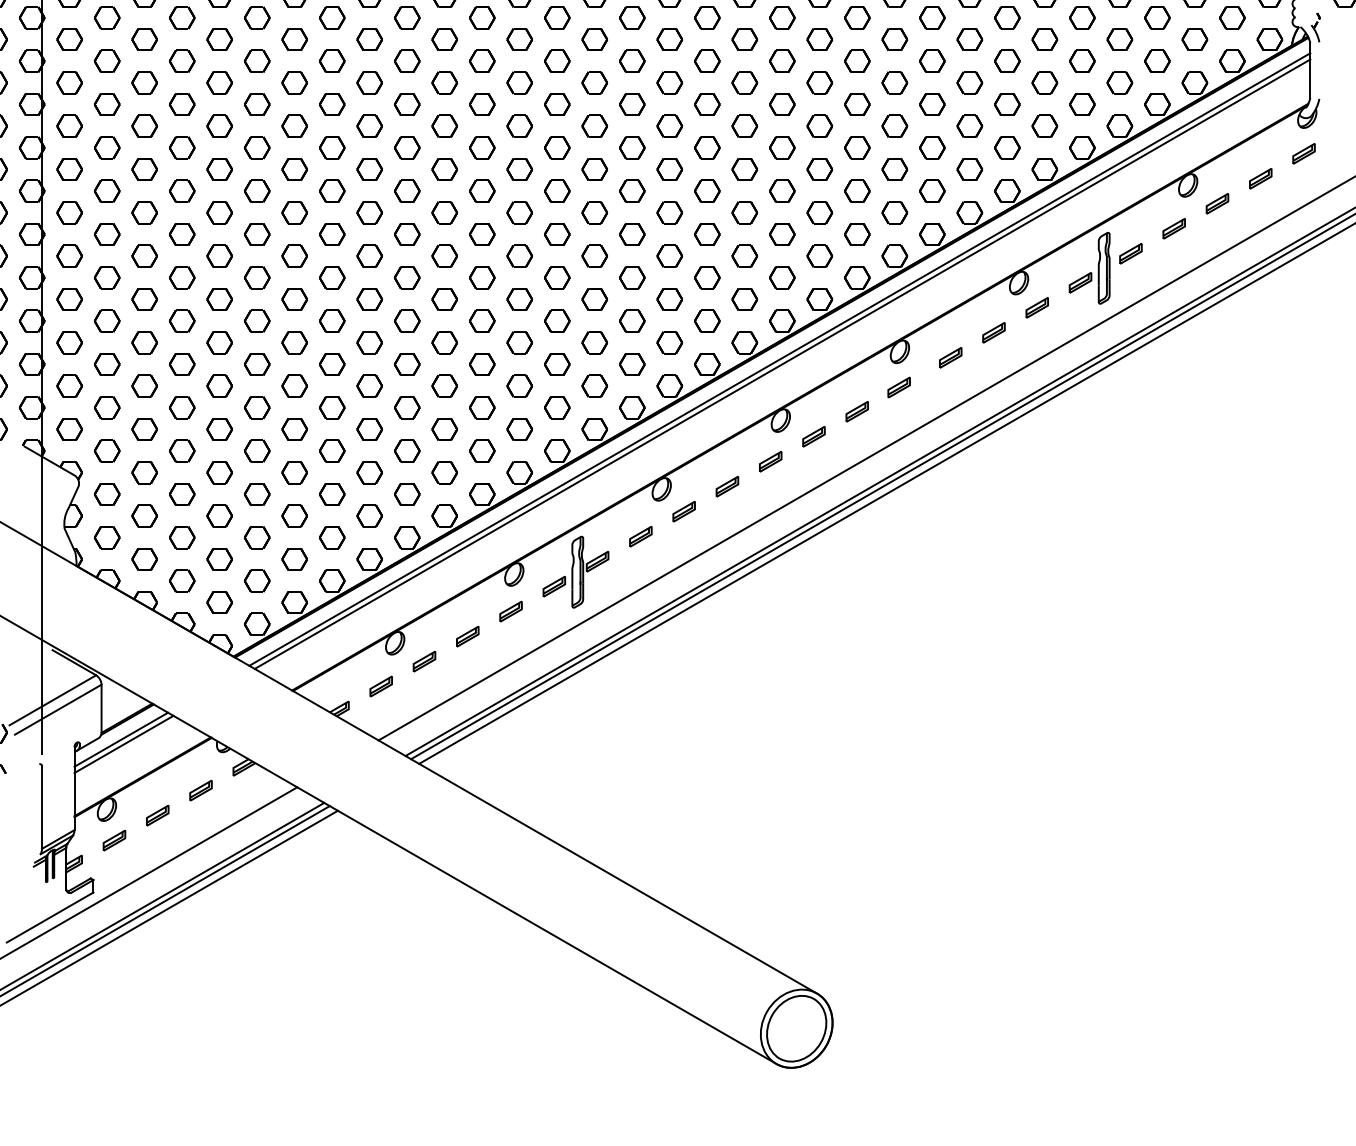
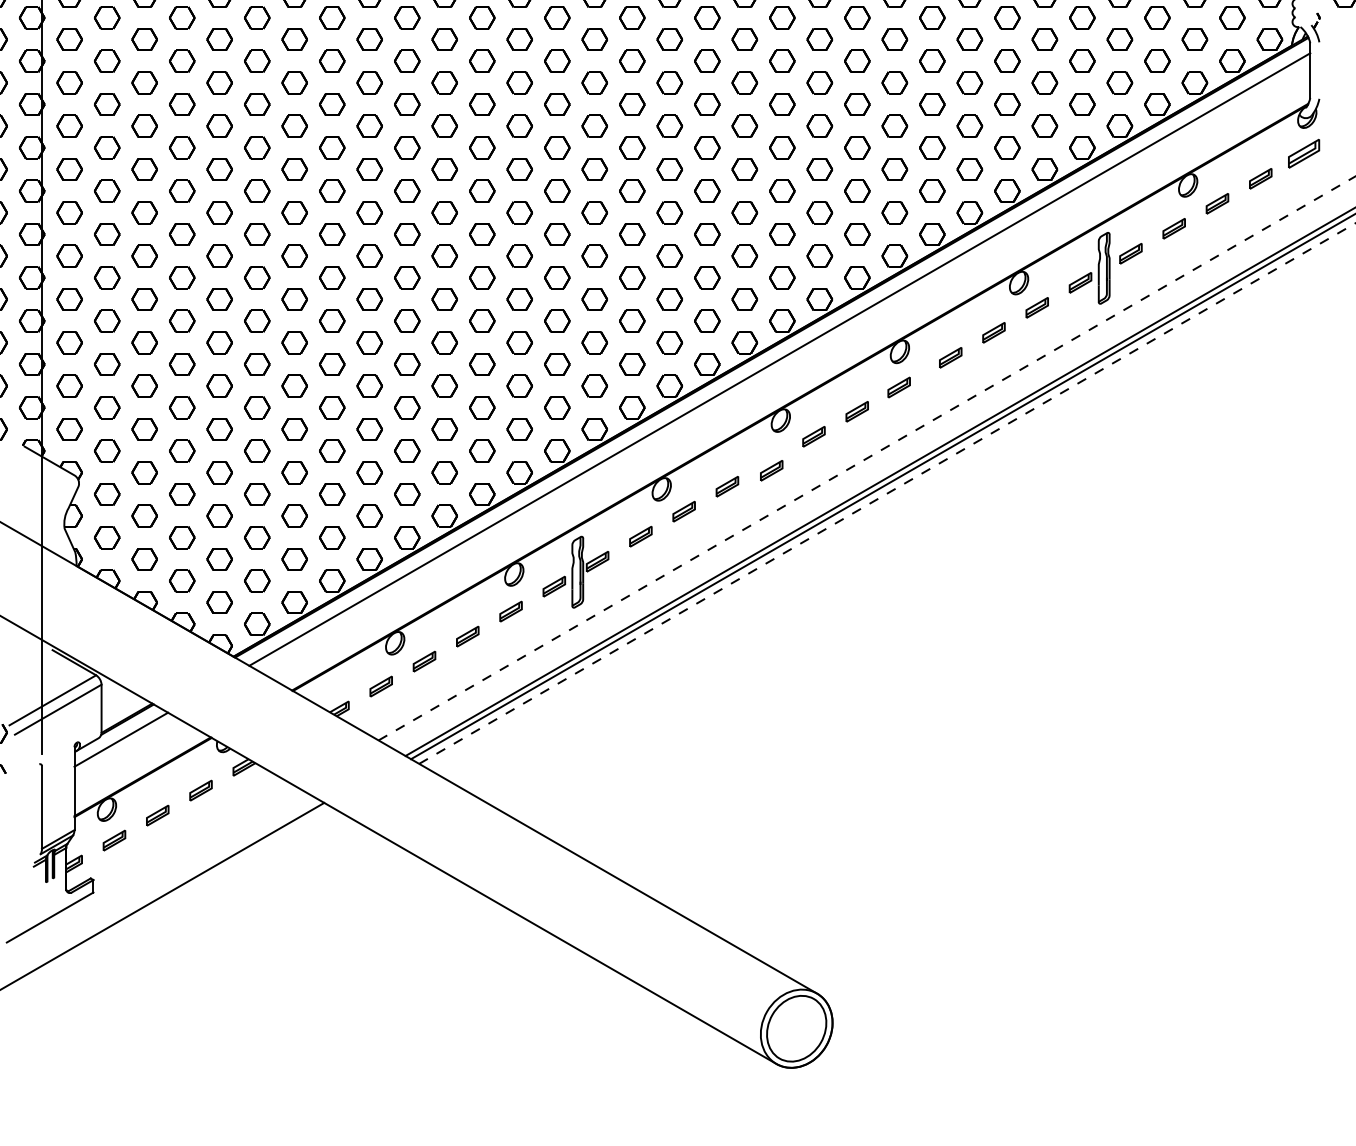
part at (1303, 153) size: 24x22 px -> 33x31 px
line at (782, 363): present -> none
line at (866, 458): solid -> dashed
part at (770, 461) position: (770, 461) -> (771, 470)
line at (887, 493): solid -> dashed
line at (123, 744): present -> none
line at (149, 872): present -> none
line at (165, 900): present -> none
line at (169, 907): present -> none
